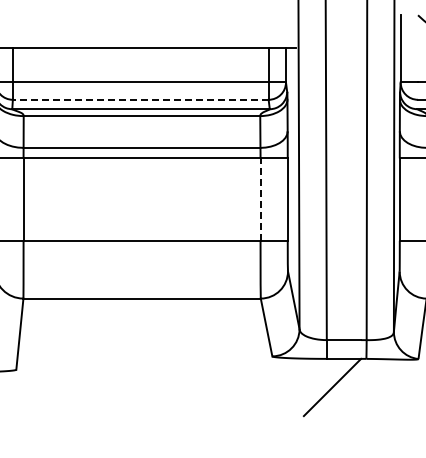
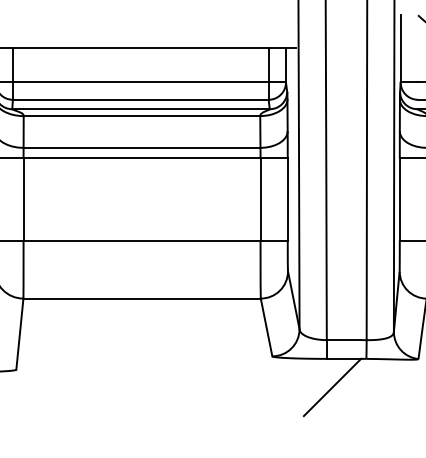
line at (140, 99): dashed -> solid
line at (260, 199): dashed -> solid
